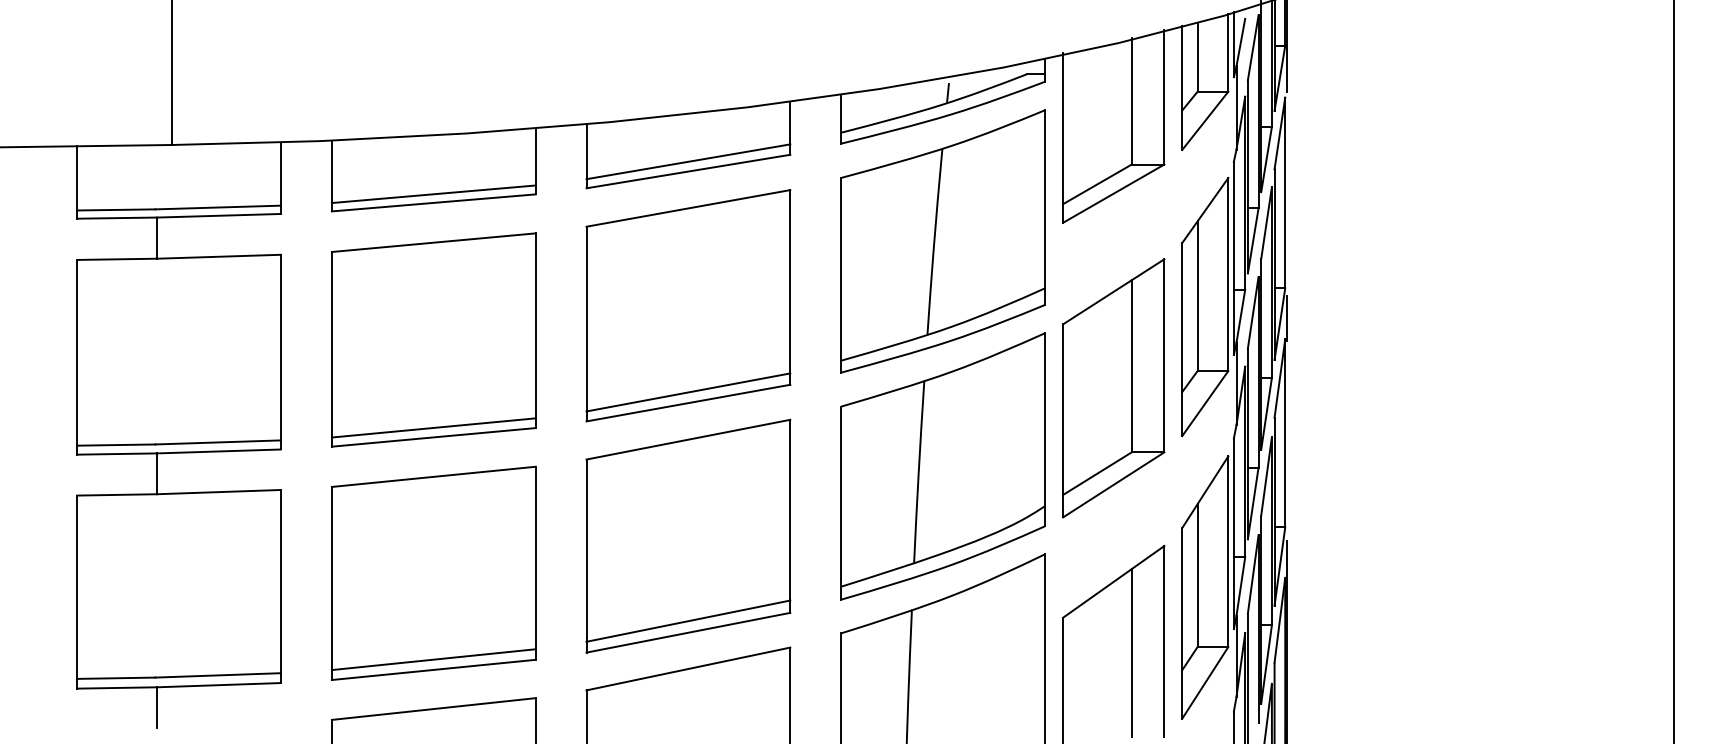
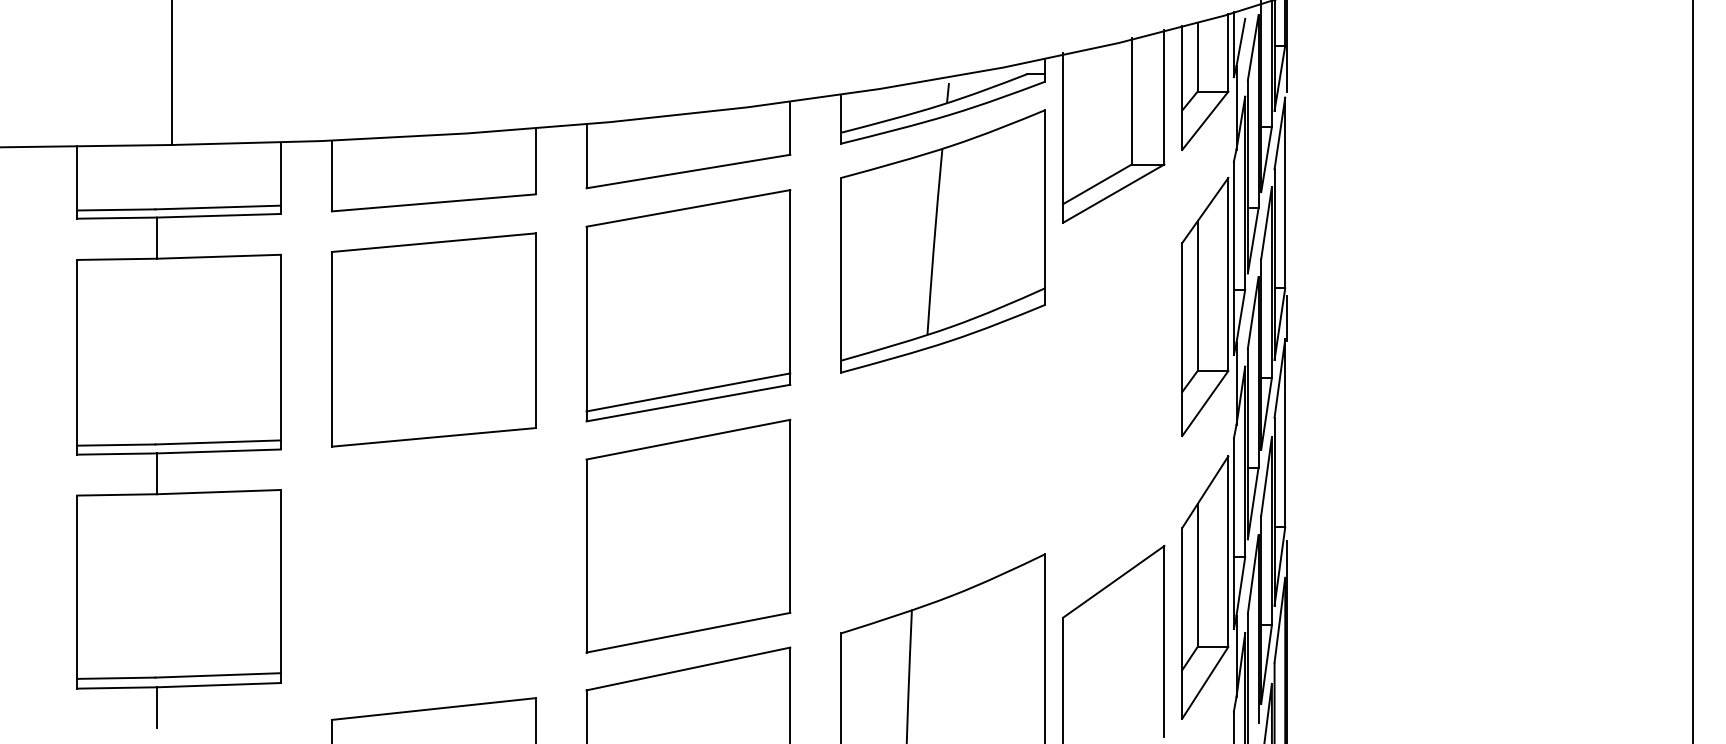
line at (688, 161): present -> none
line at (433, 194): present -> none
line at (1674, 371) position: (1674, 371) -> (1693, 371)
part at (1113, 388): present -> none
line at (433, 427): present -> none
part at (942, 466): present -> none
part at (433, 572): present -> none
line at (688, 620): present -> none
line at (1131, 652): present -> none
